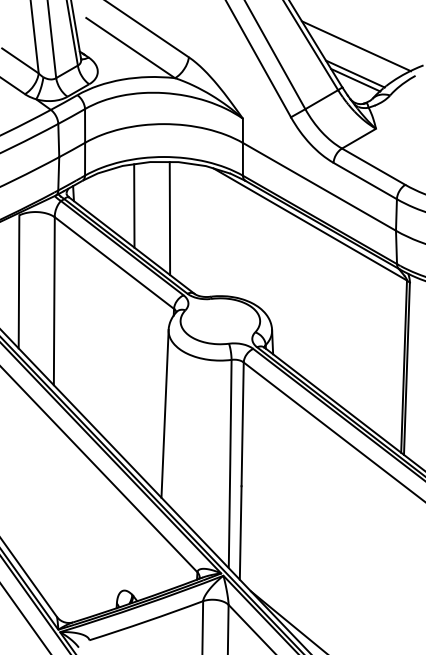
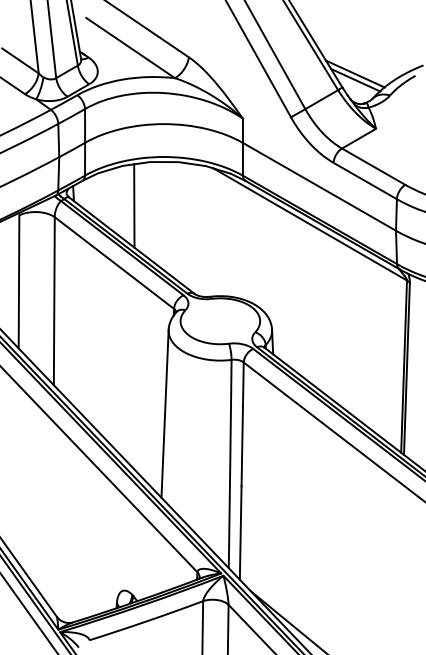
line at (355, 46): present -> none
line at (169, 218): present -> none
line at (25, 618) position: (25, 618) -> (29, 613)
